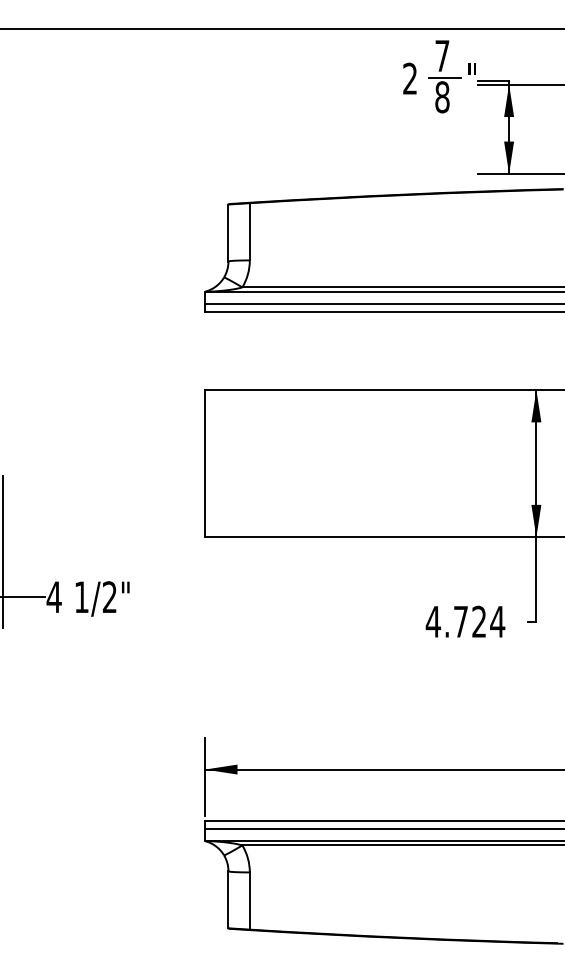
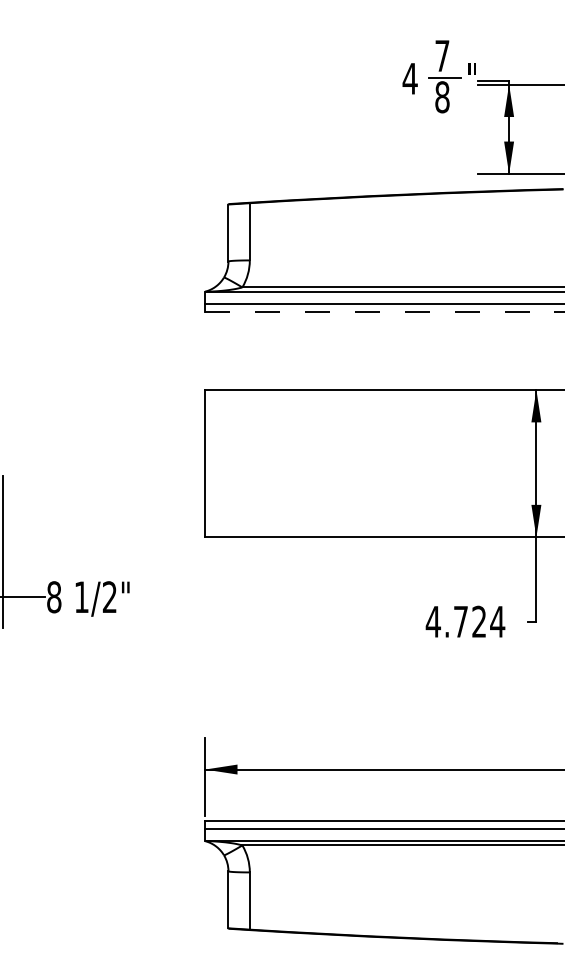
line at (281, 29): present -> none
text at (409, 78): 2 -> 4
line at (384, 312): solid -> dashed
text at (53, 597): 4 -> 8
